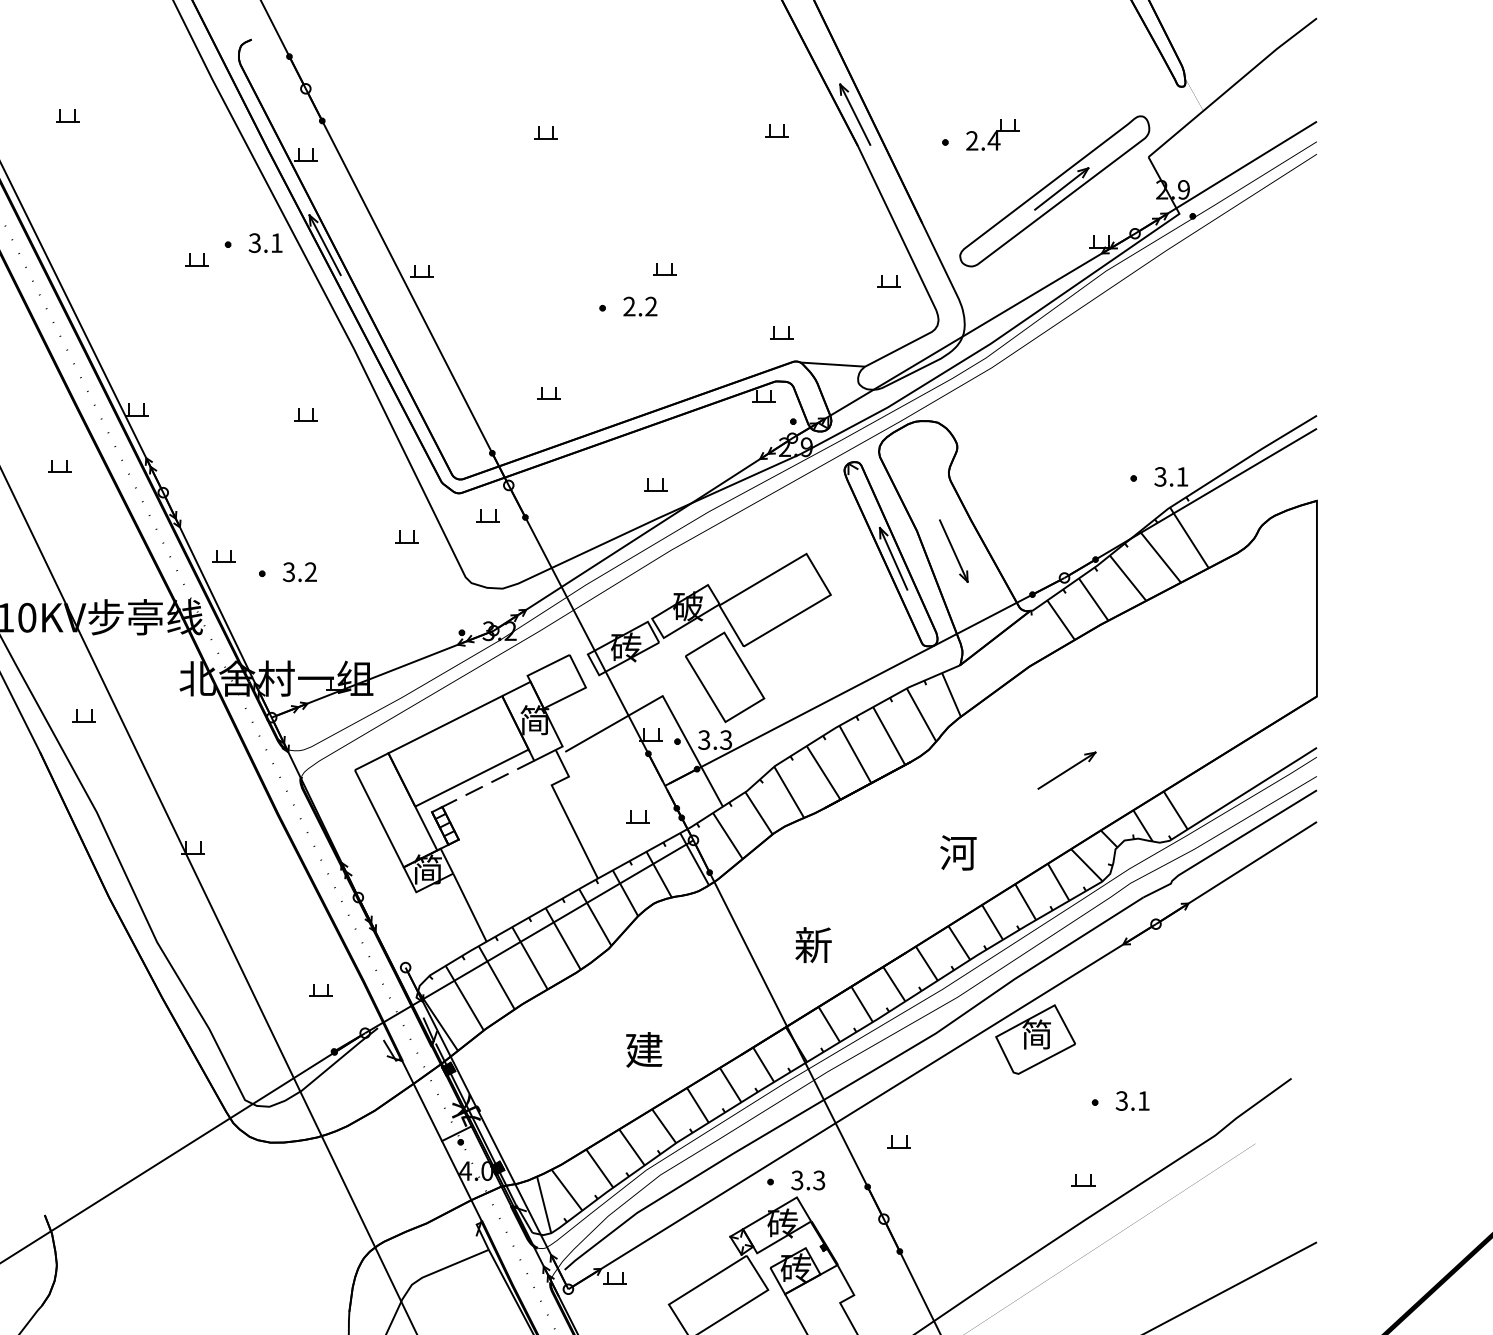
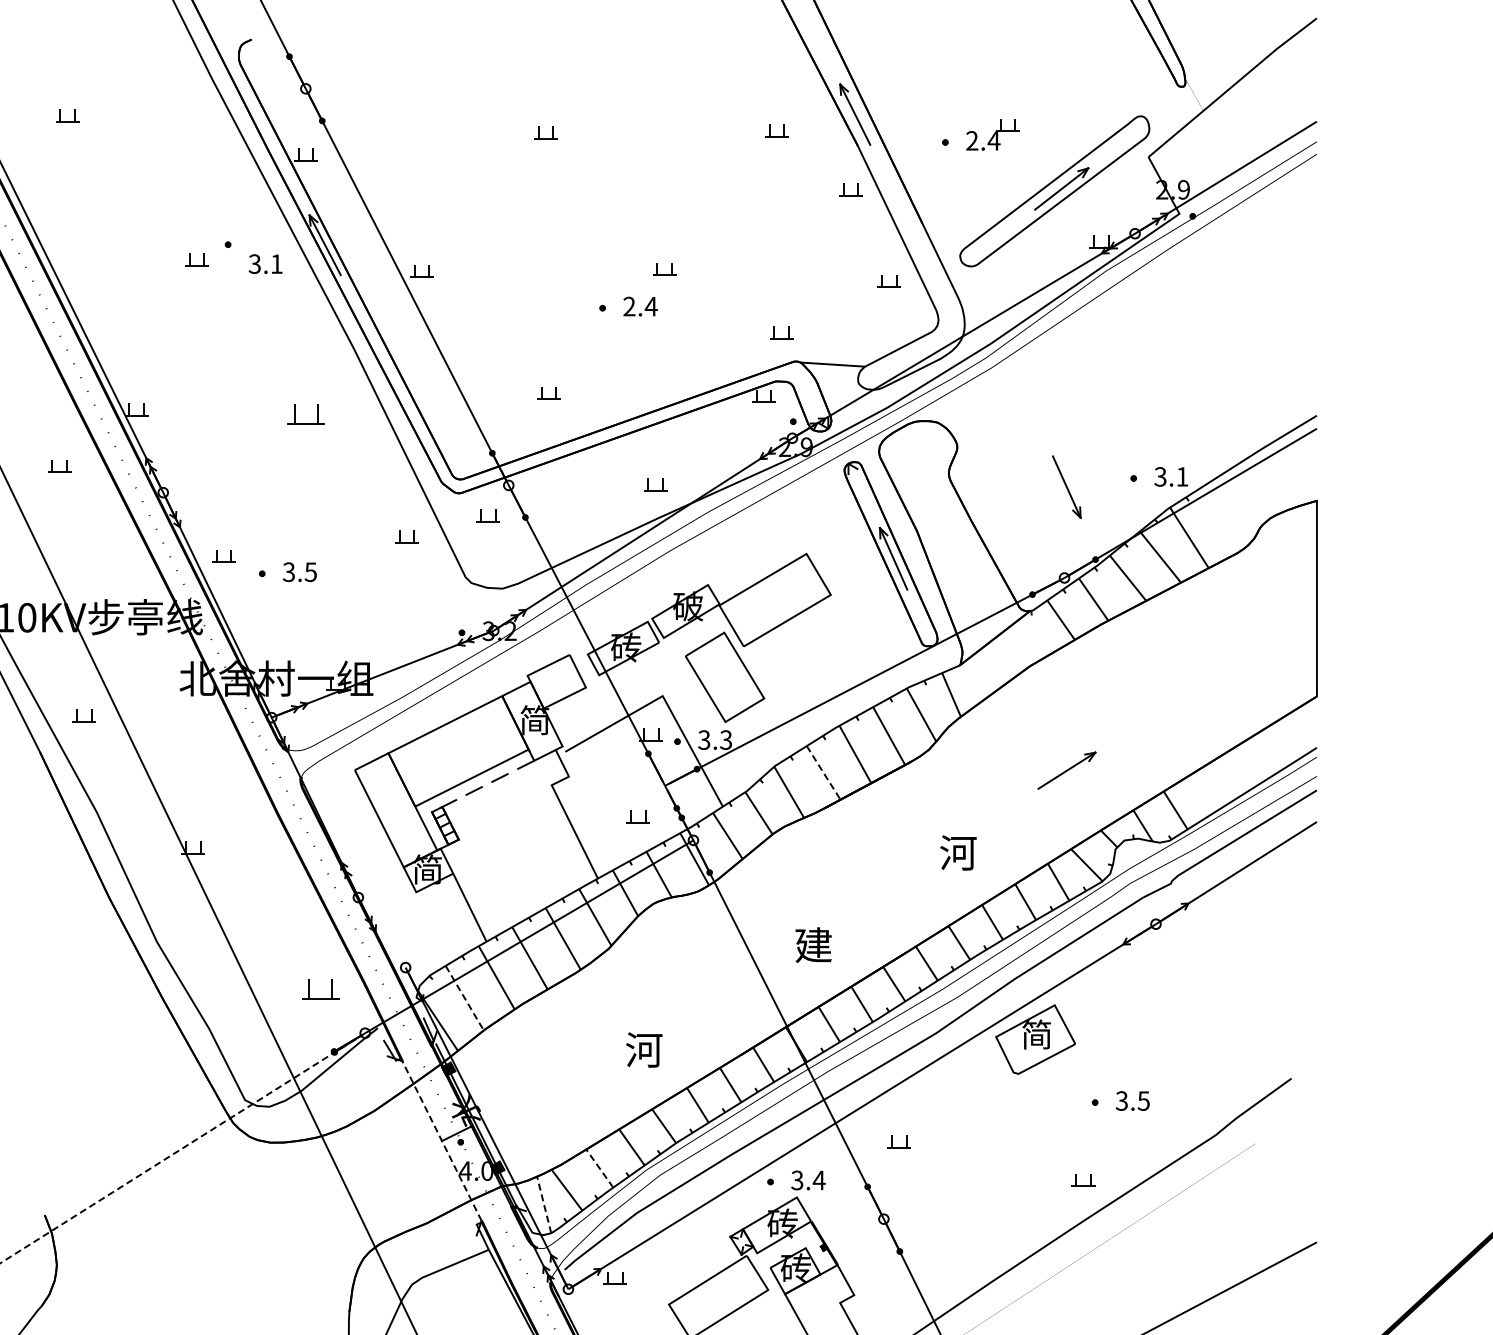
part at (850, 189): none -> present
text at (265, 242) position: (265, 242) -> (265, 263)
text at (650, 306): 2.2 -> 2.4
part at (305, 414) size: 24x14 px -> 38x21 px
part at (953, 550) position: (953, 550) -> (1066, 486)
text at (310, 572): 3.2 -> 3.5
line at (823, 772): solid -> dashed
text at (813, 945): 新 -> 建
part at (320, 990) size: 24x13 px -> 38x21 px
line at (464, 998): solid -> dashed
text at (644, 1049): 建 -> 河
text at (1143, 1100): 3.1 -> 3.5
line at (441, 1140): solid -> dashed
line at (182, 1148): solid -> dashed
line at (599, 1168): solid -> dashed
text at (818, 1180): 3.3 -> 3.4
line at (544, 1204): solid -> dashed
